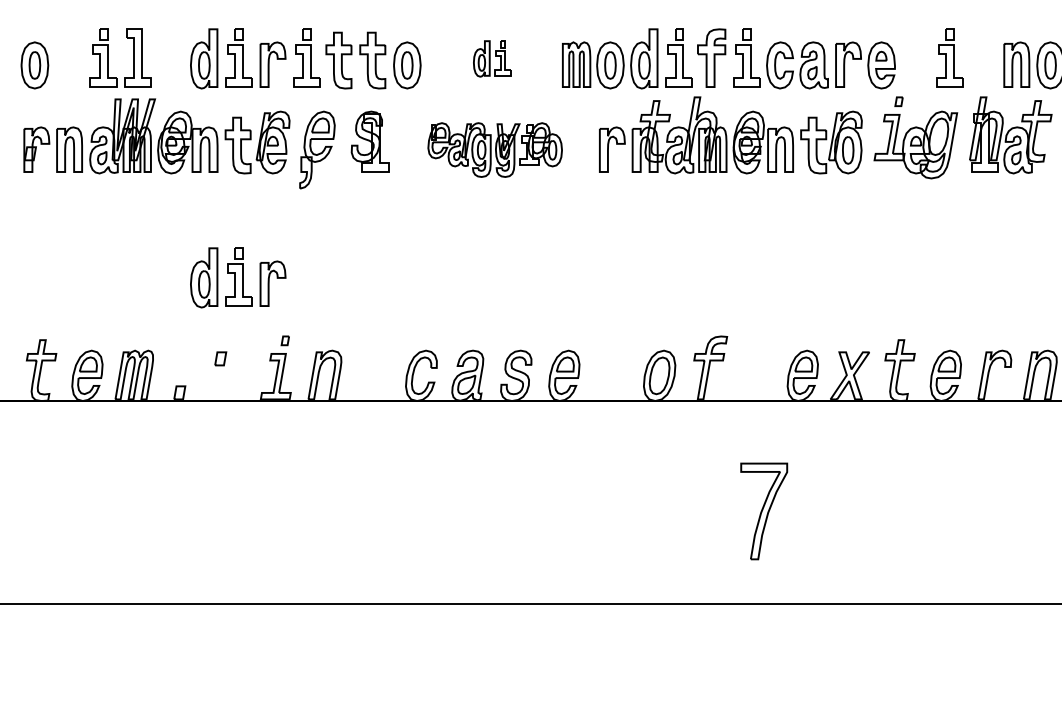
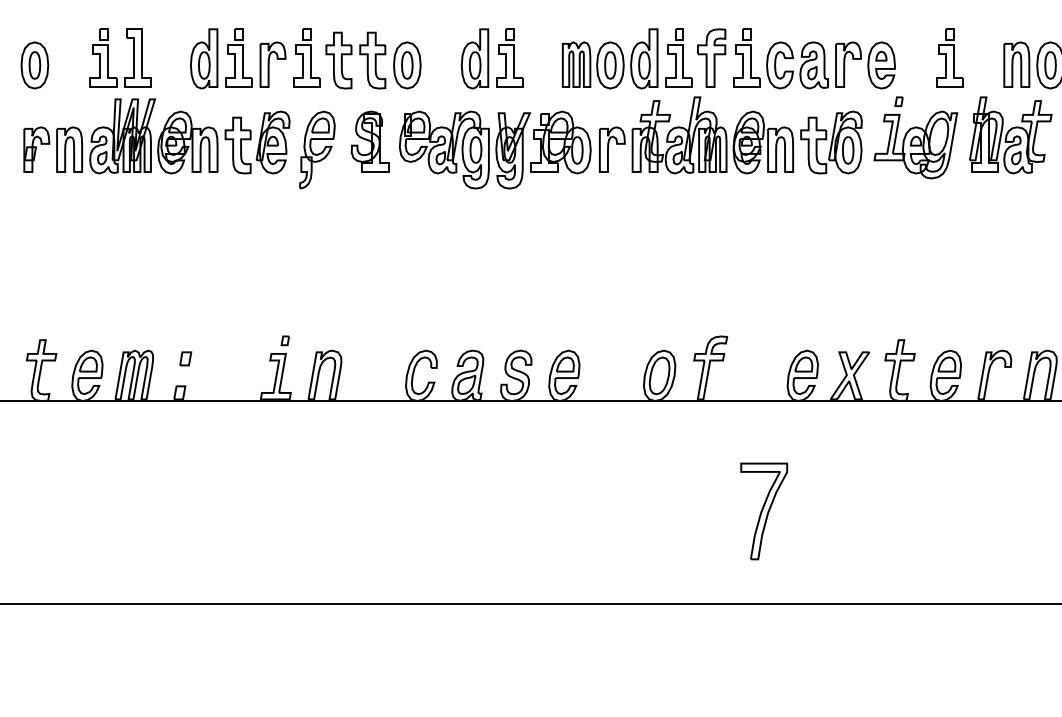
part at (492, 58) size: 39x38 px -> 64x62 px
part at (494, 149) size: 136x56 px -> 194x80 px
part at (238, 277): present -> none
part at (220, 358) position: (220, 358) -> (185, 358)
